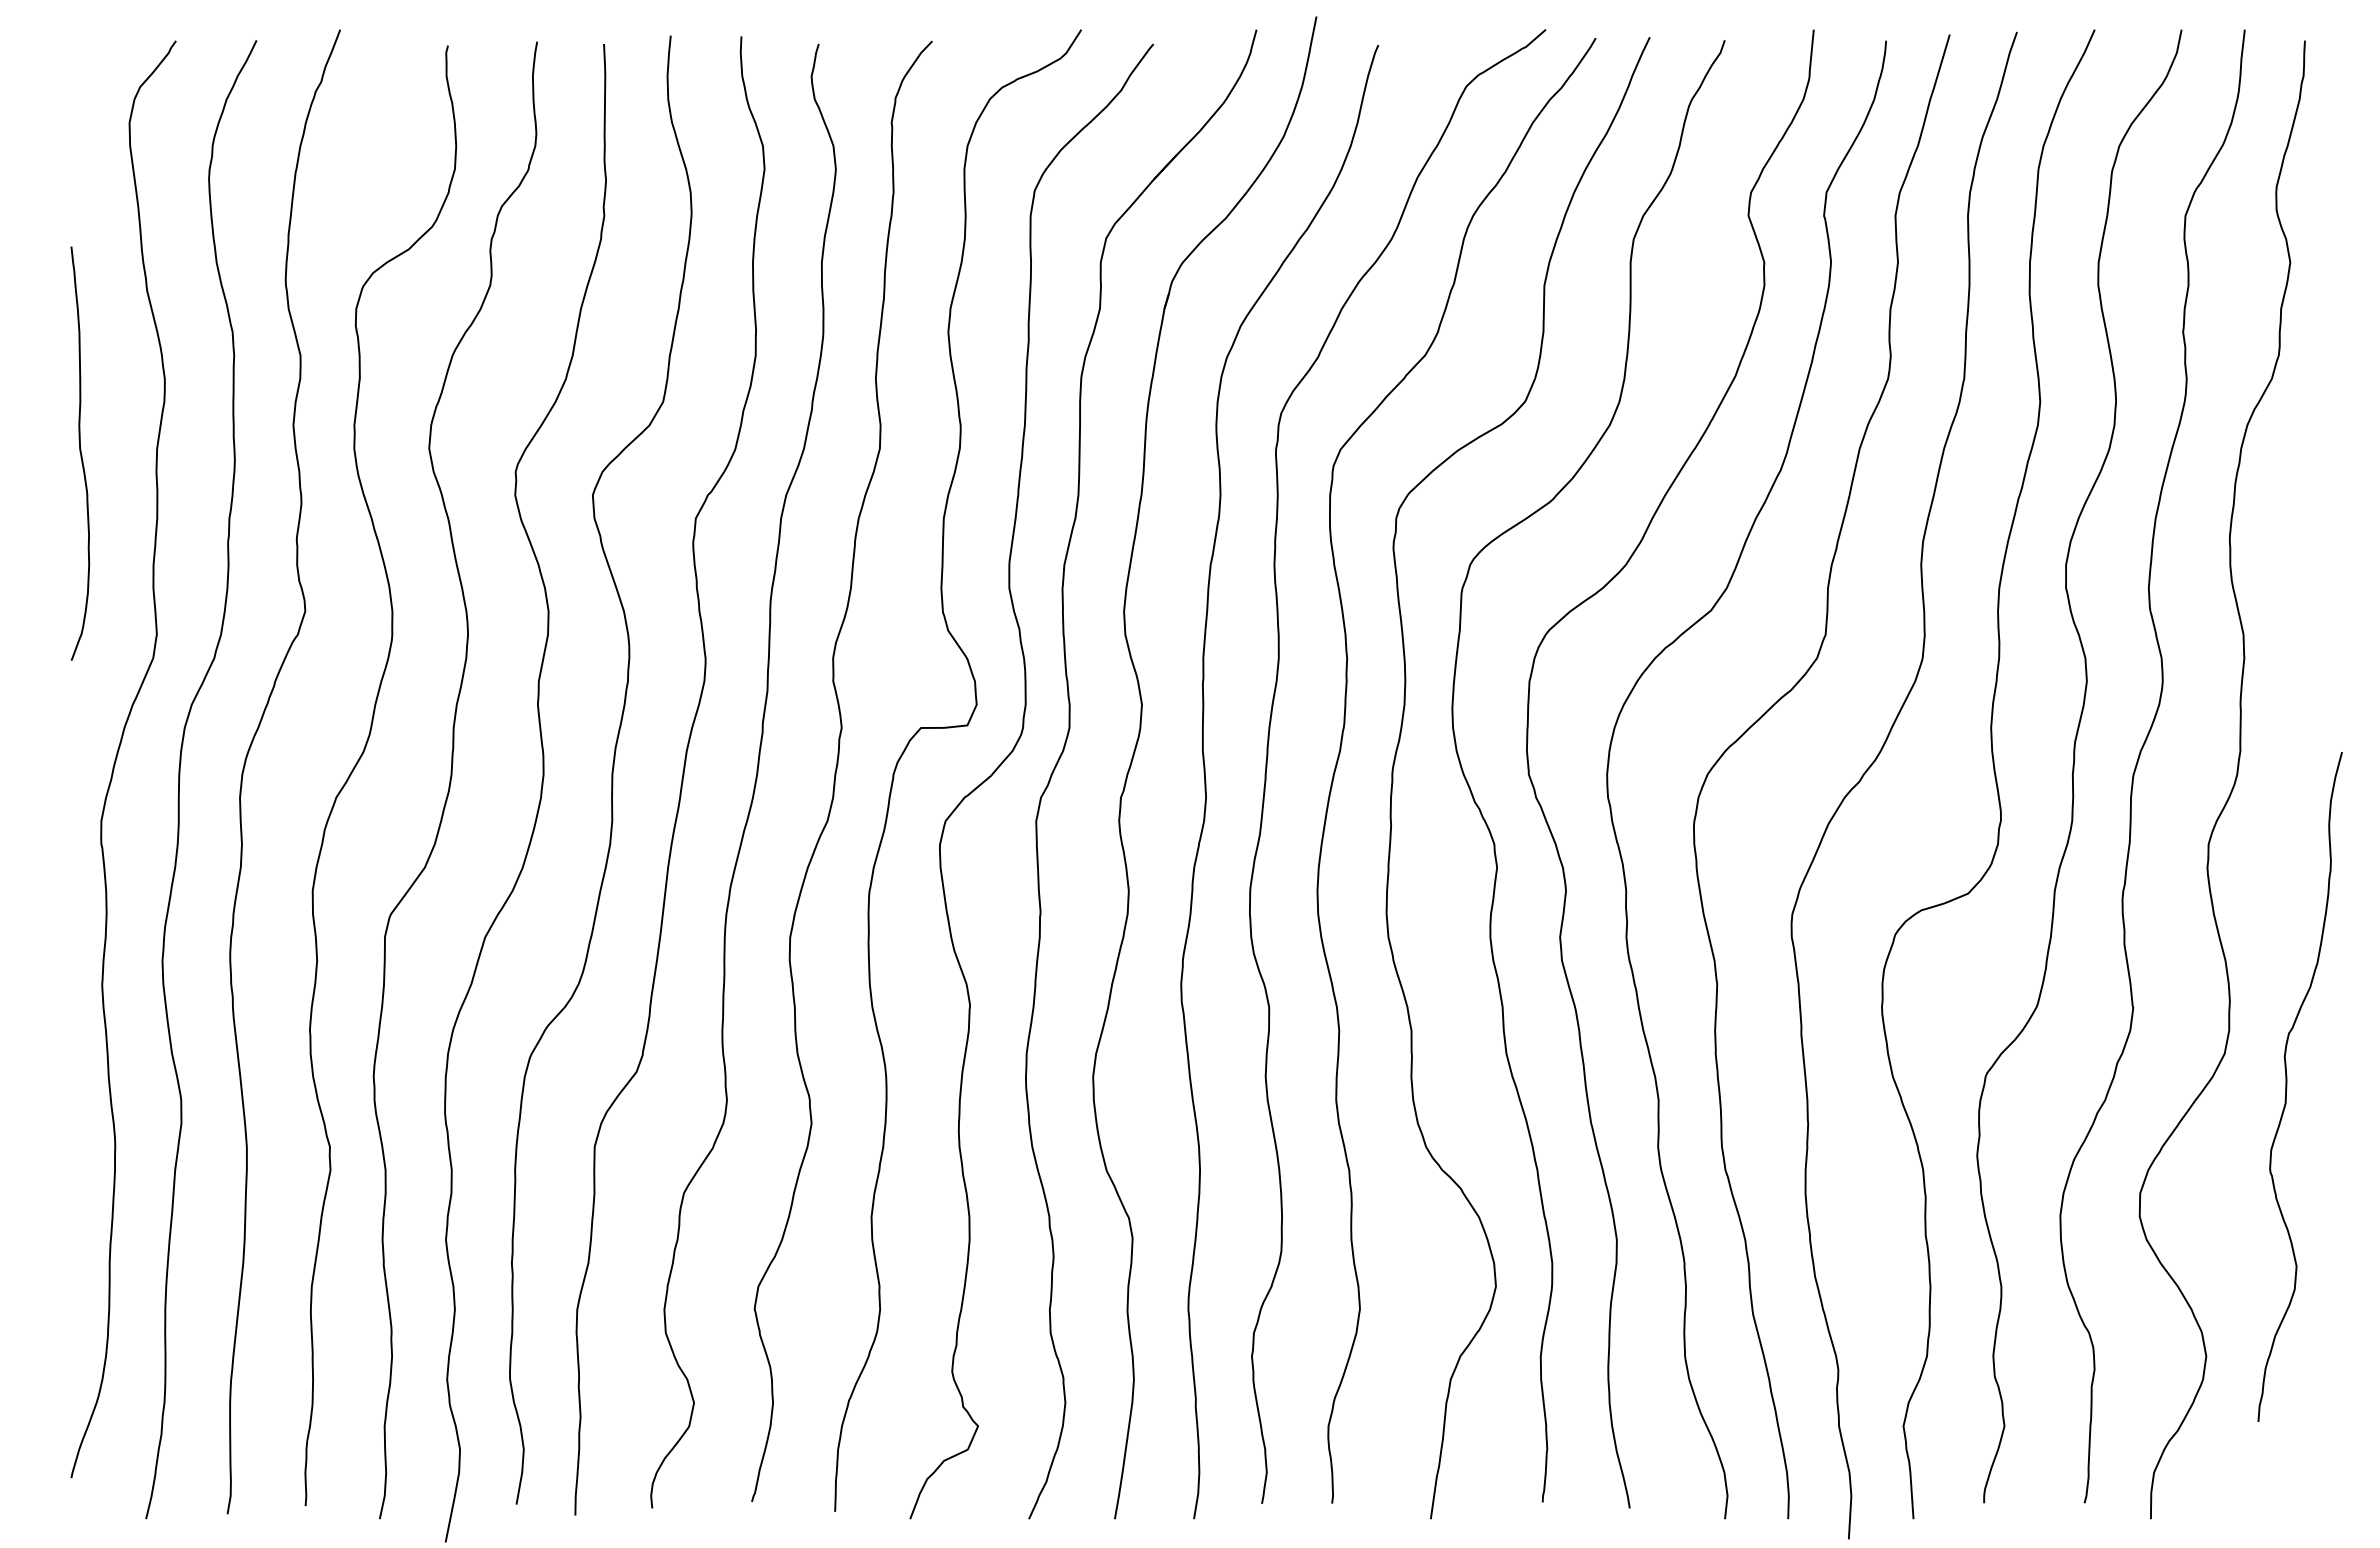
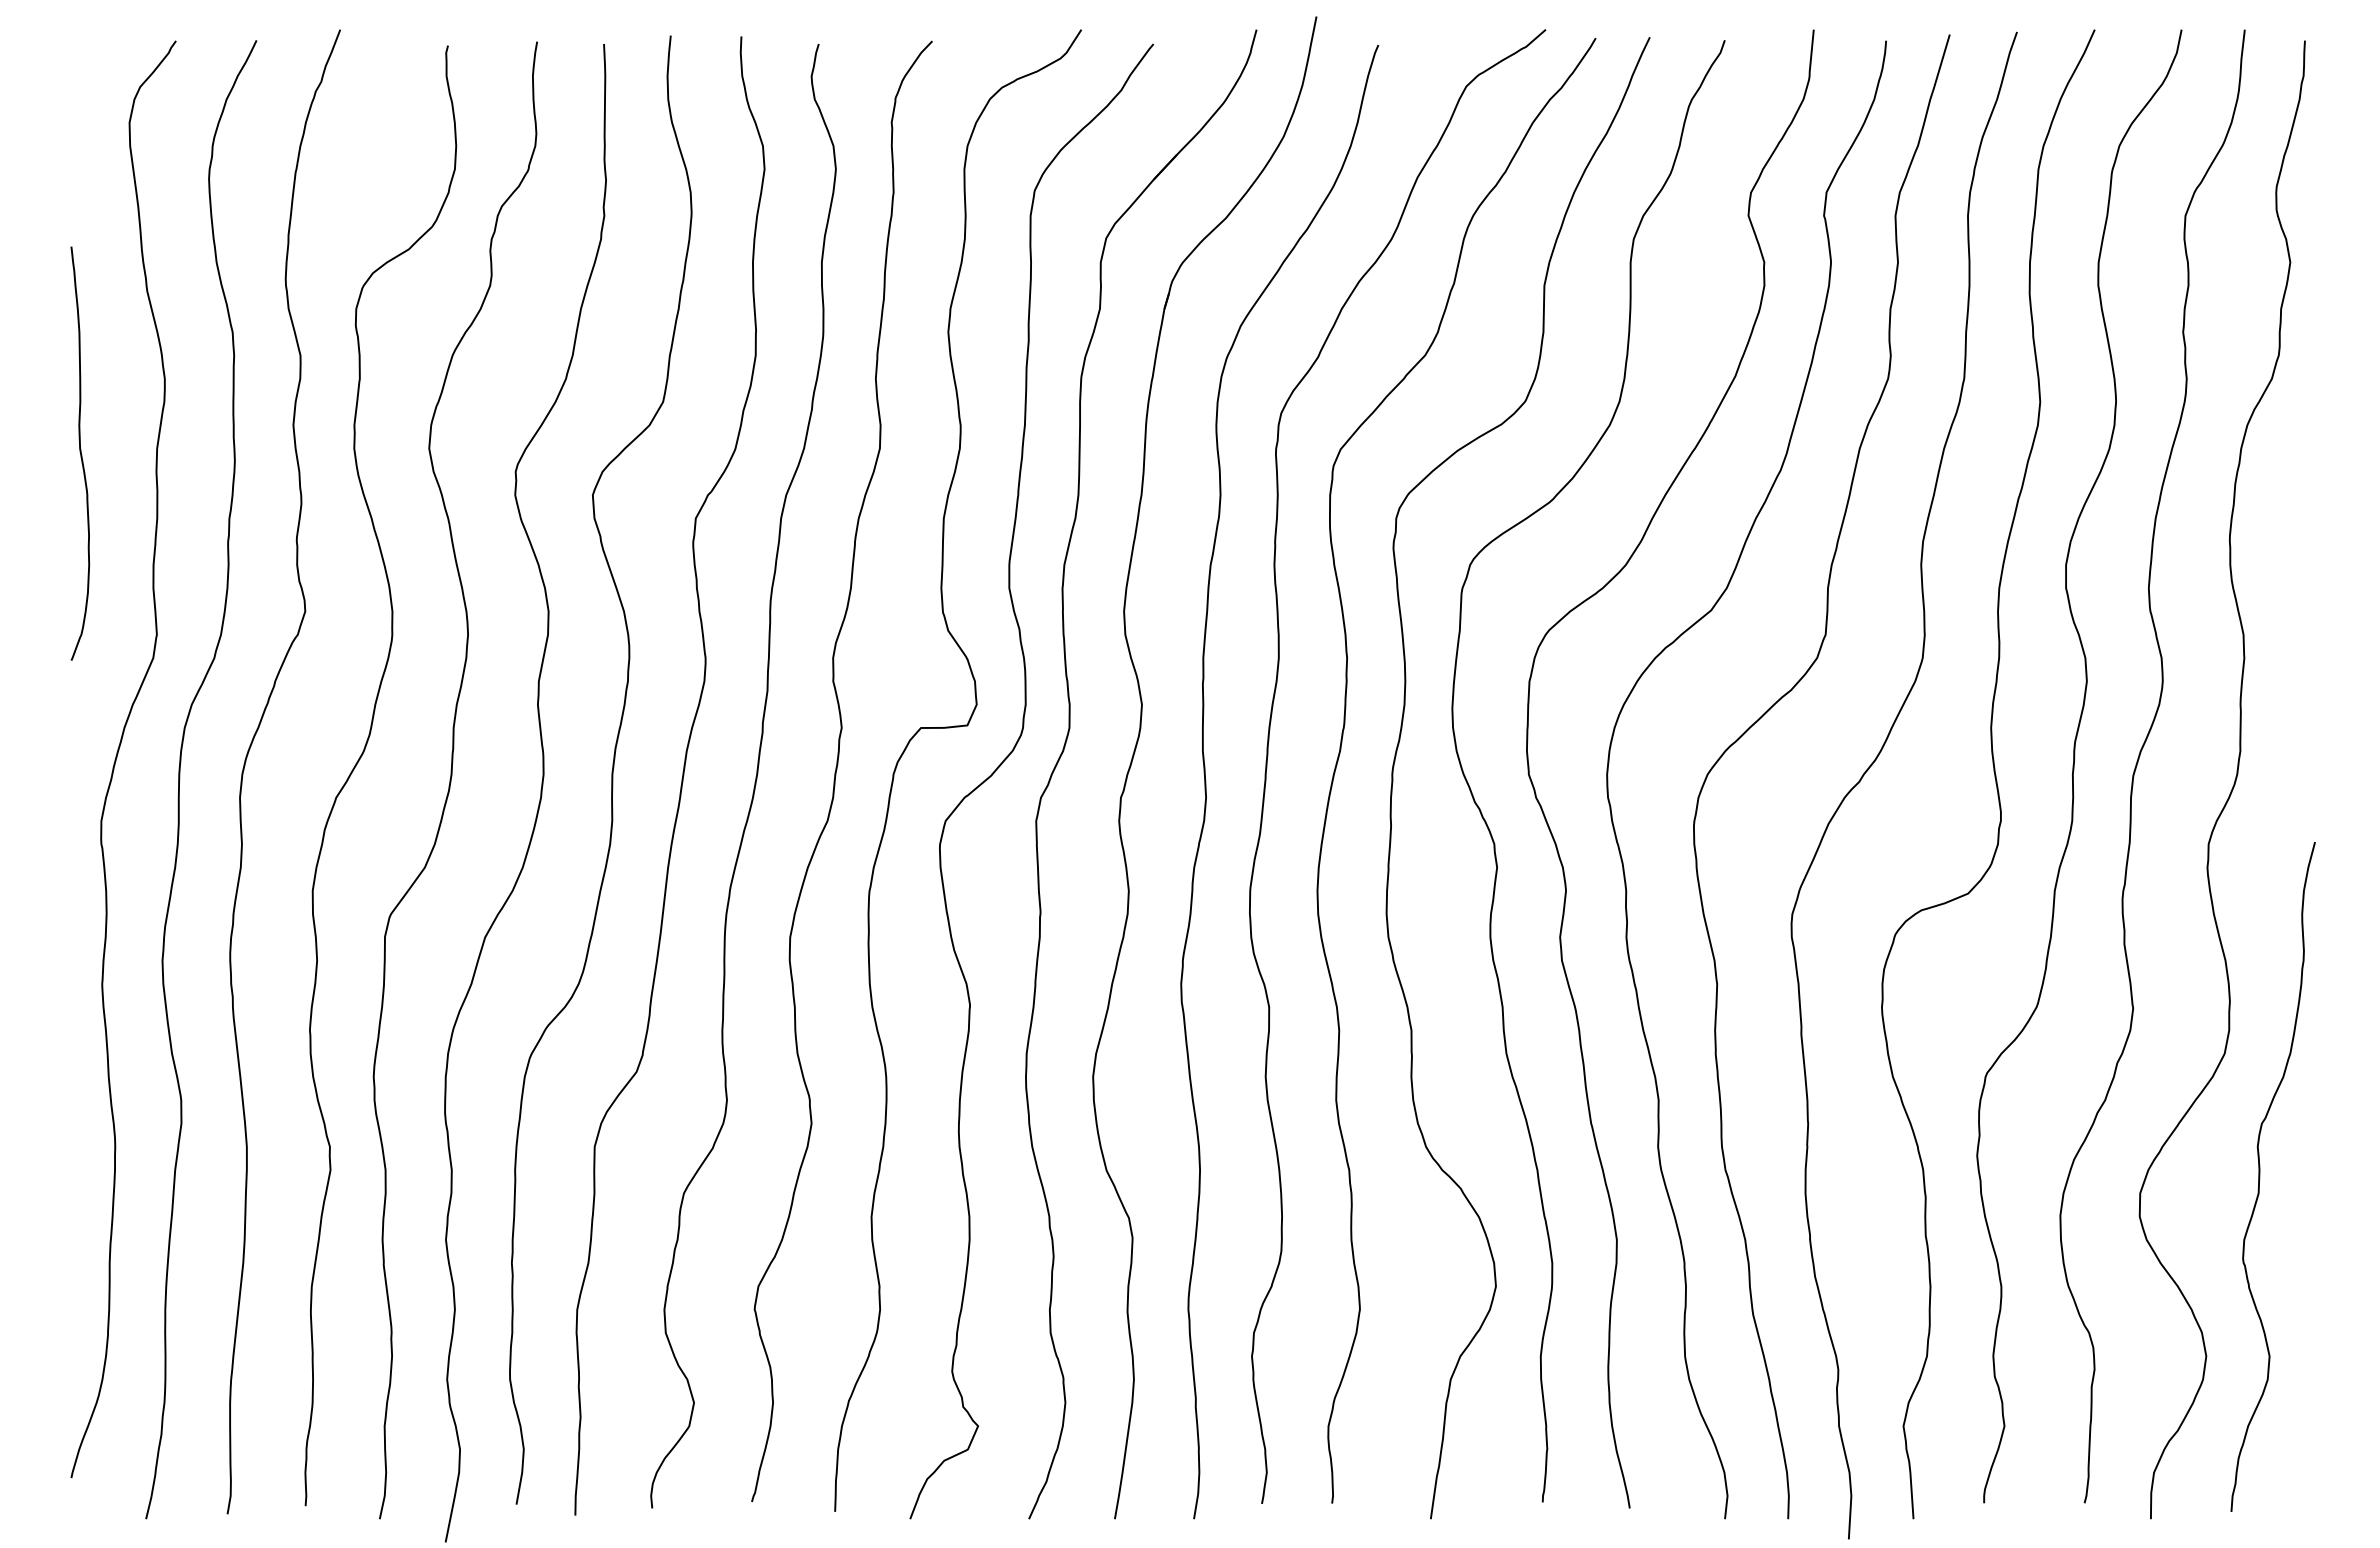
curve at (2287, 1086) position: (2287, 1086) -> (2260, 1176)
